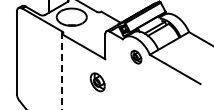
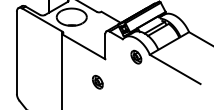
line at (62, 70): dashed -> solid
part at (97, 82) size: 17x21 px -> 12x16 px
